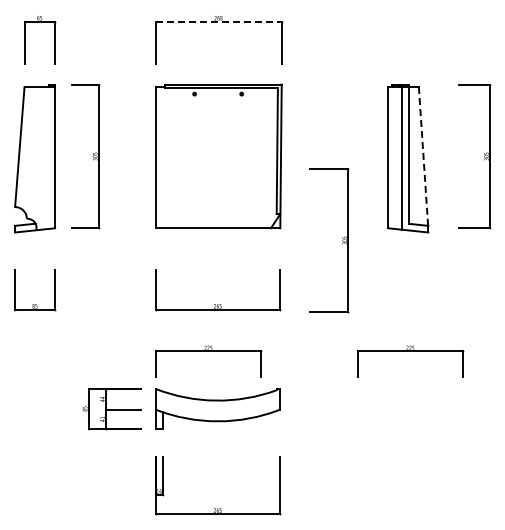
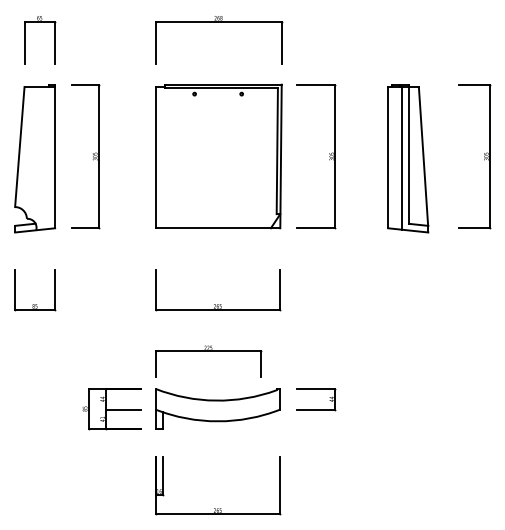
line at (219, 21): dashed -> solid
line at (423, 156): dashed -> solid
part at (342, 240) position: (342, 240) -> (329, 156)
part at (410, 351): present -> none
part at (316, 389): none -> present
